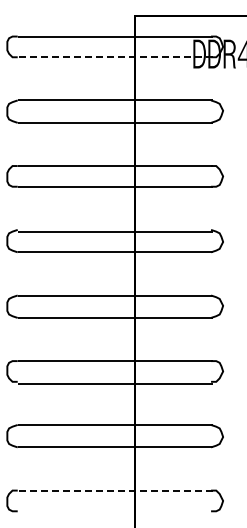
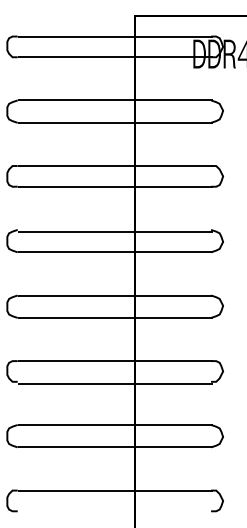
line at (115, 57): dashed -> solid
line at (115, 490): dashed -> solid
